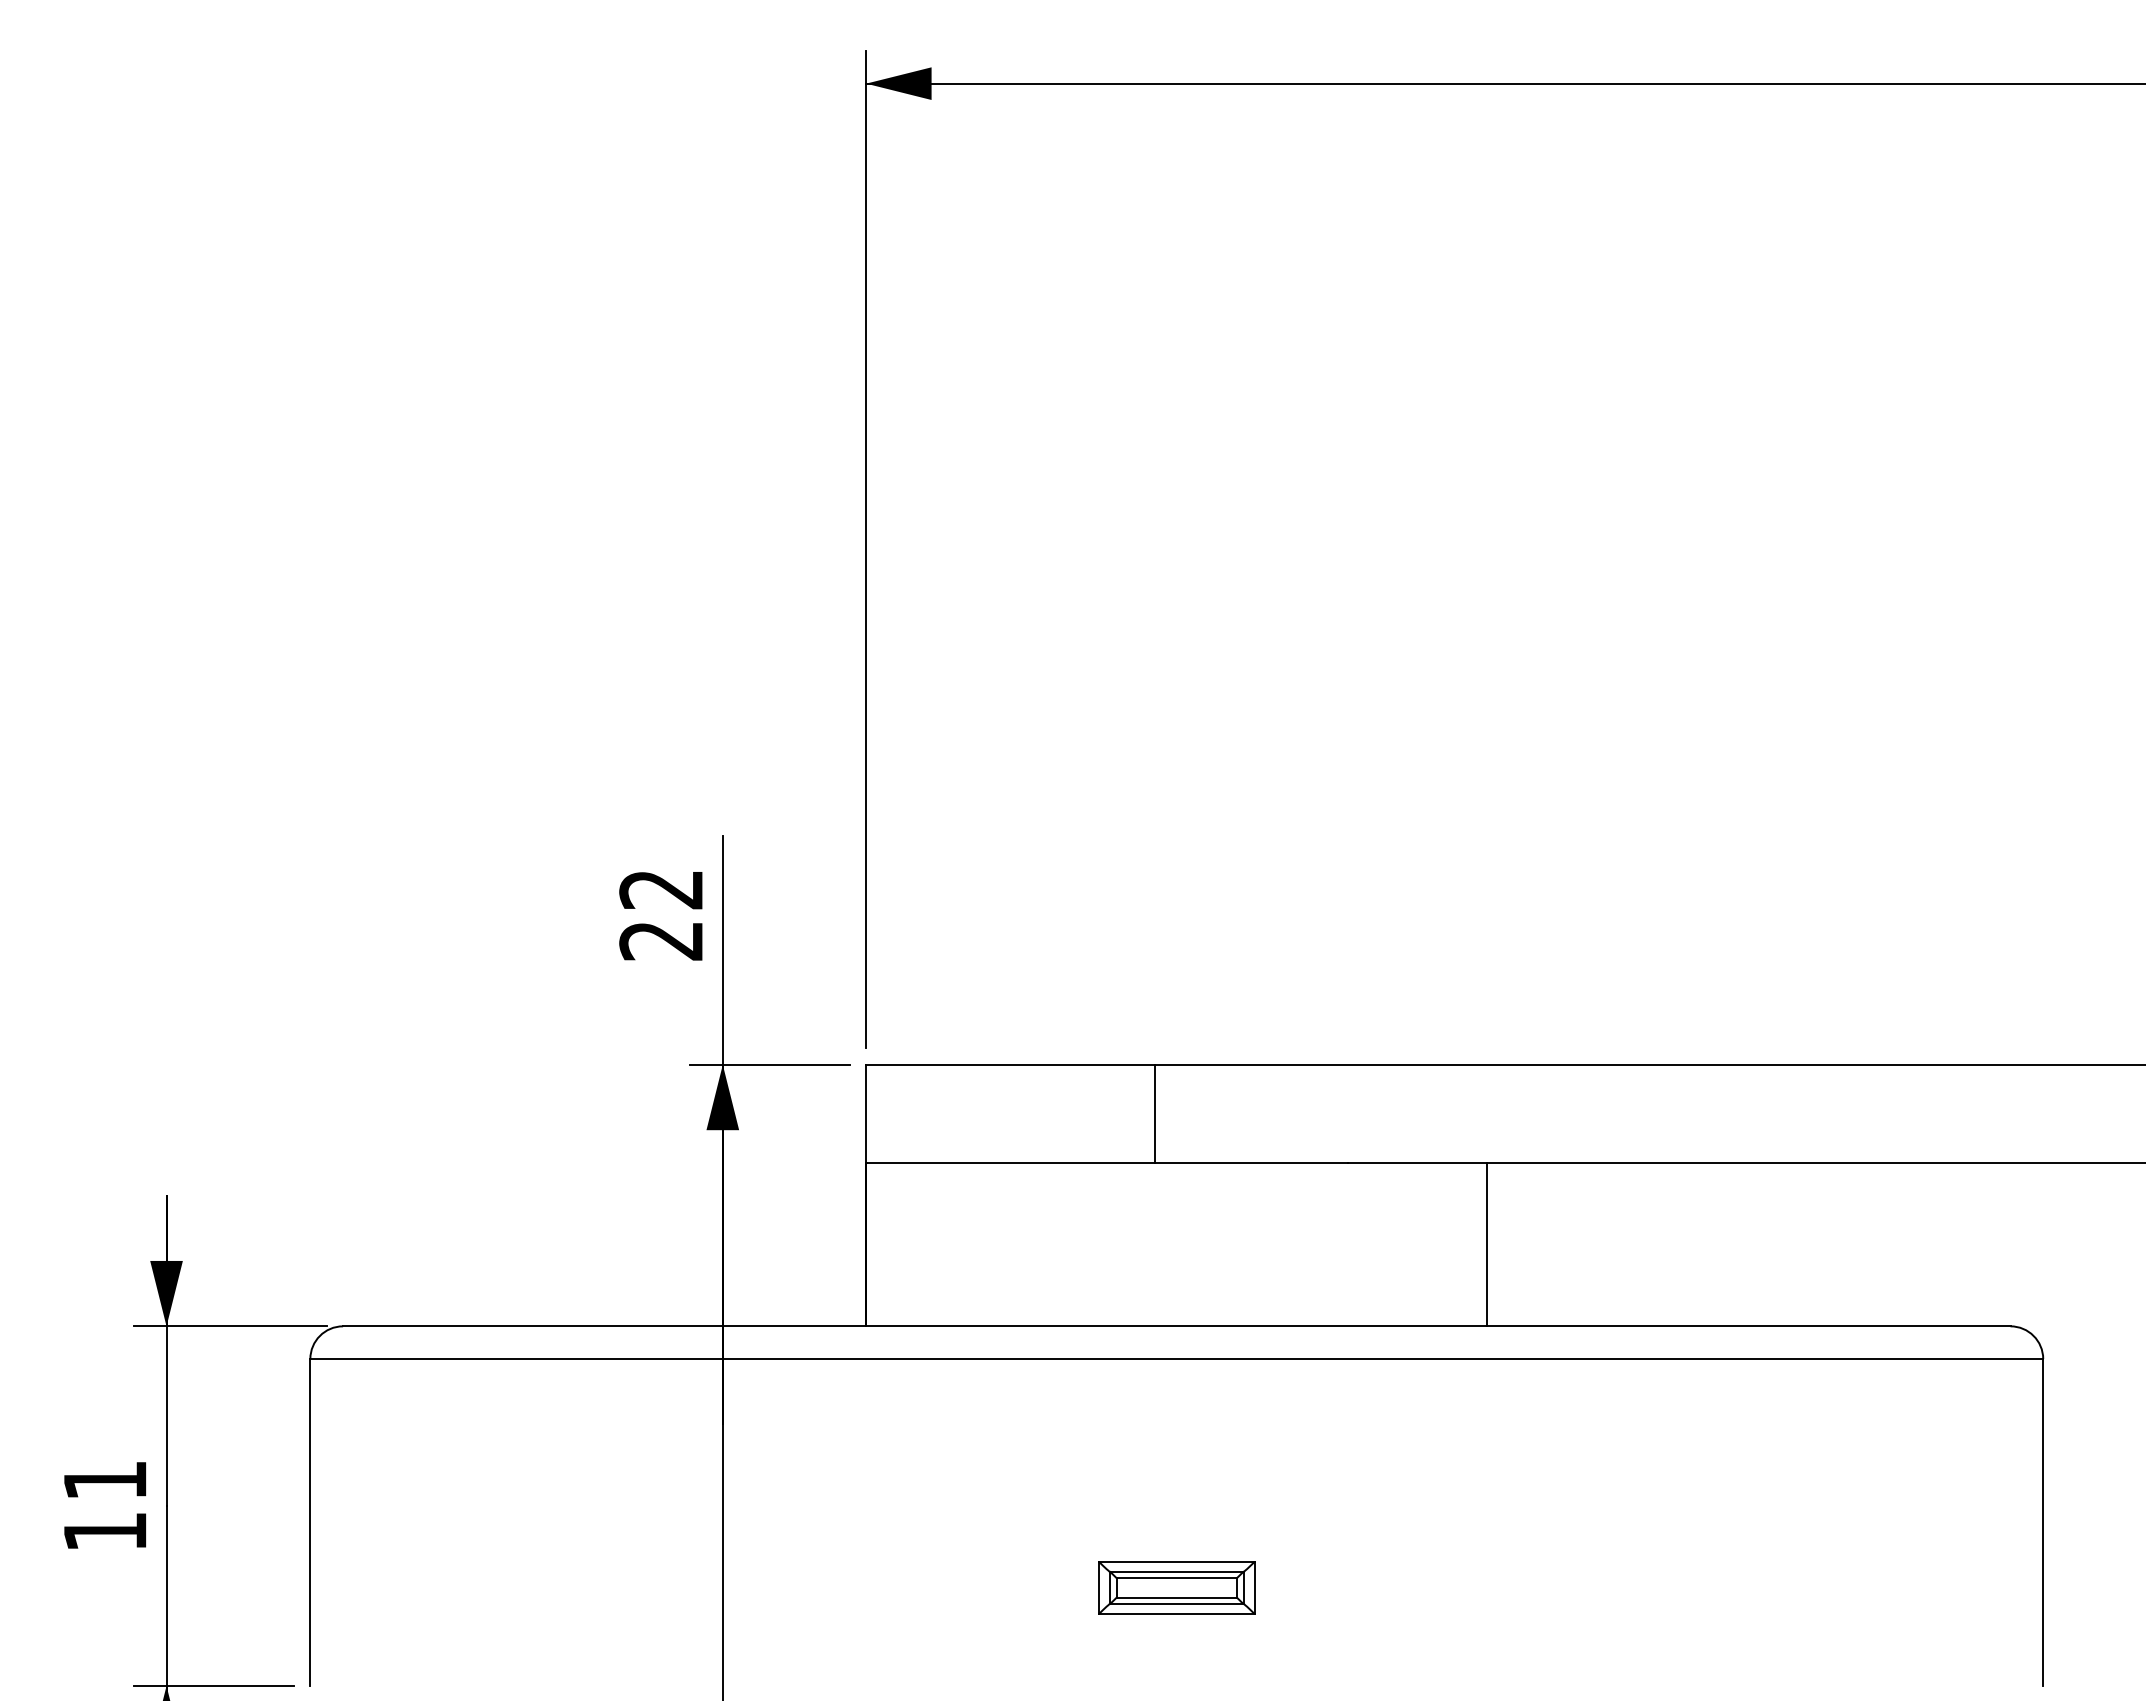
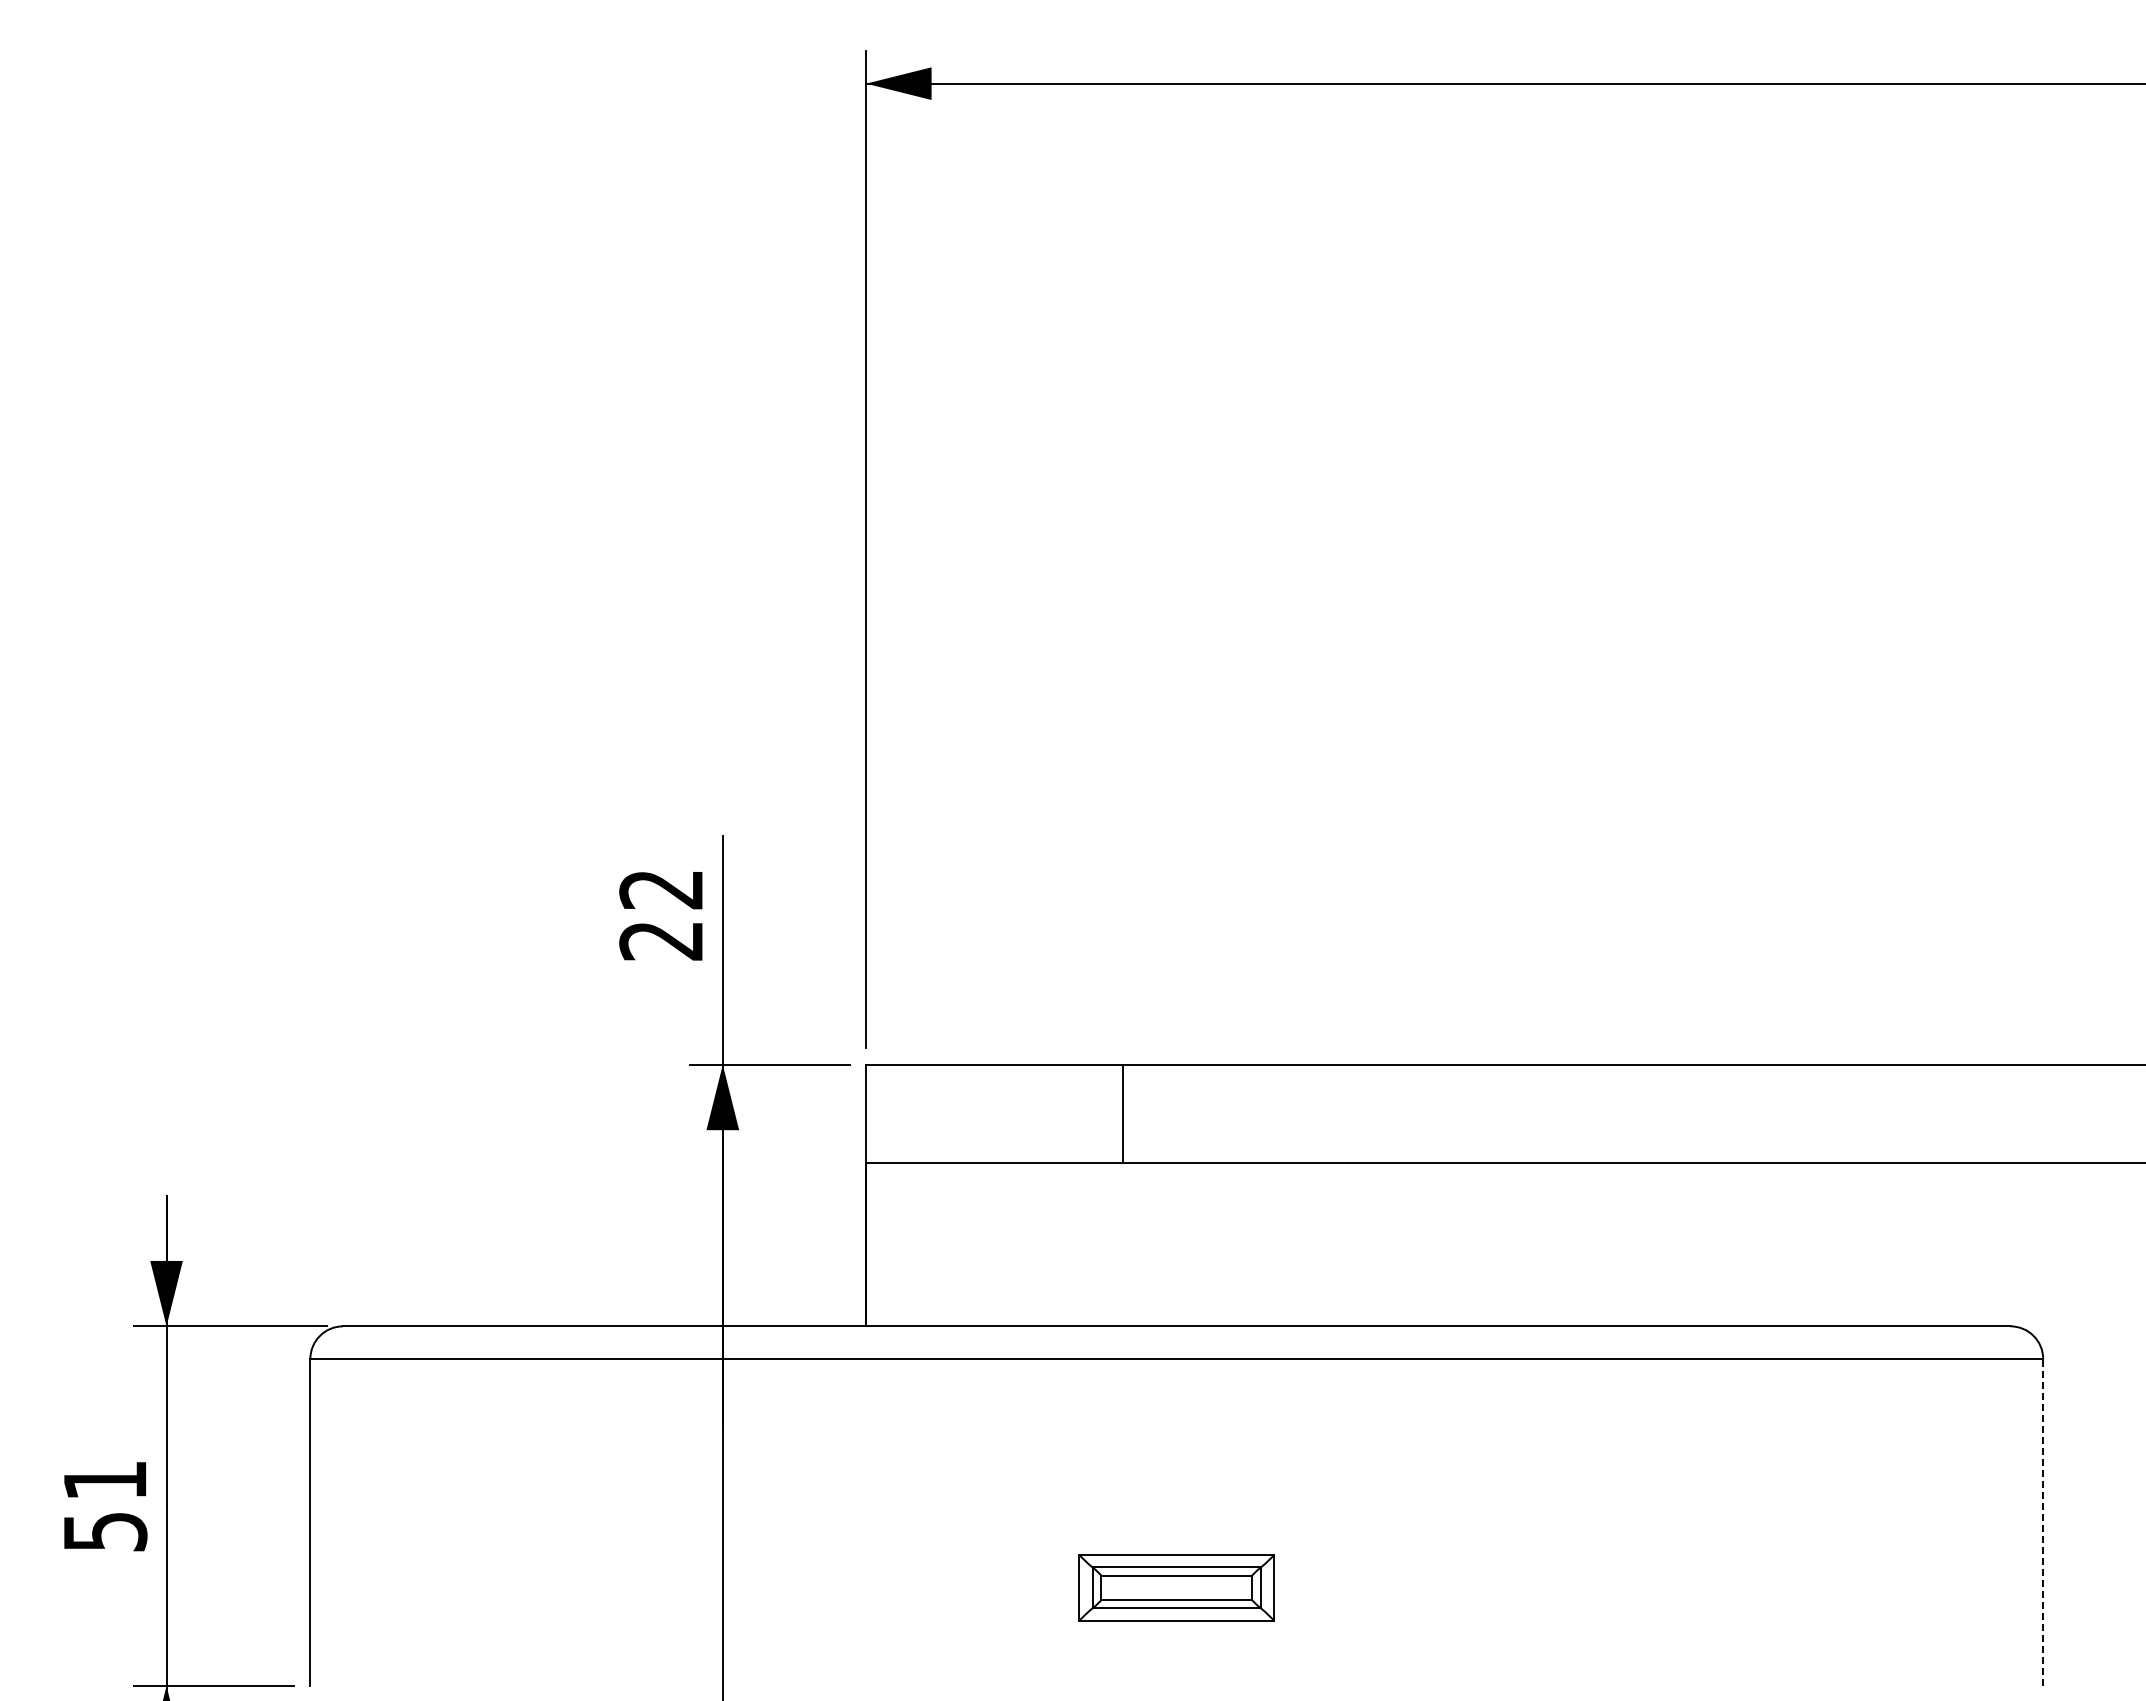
line at (1154, 1113) position: (1154, 1113) -> (1122, 1113)
line at (1487, 1244): present -> none
line at (2043, 1522): solid -> dashed
text at (105, 1532): 11 -> 51
part at (1176, 1587) size: 158x54 px -> 197x68 px
